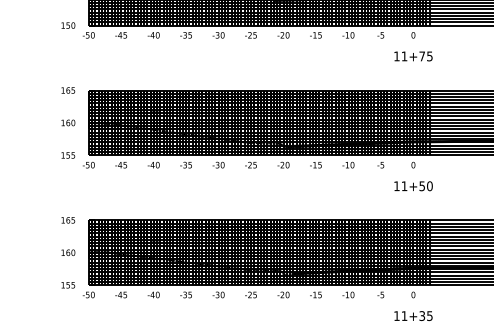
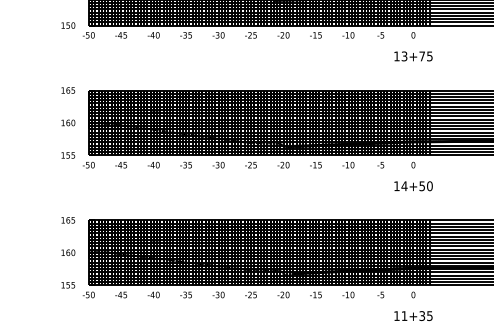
text at (404, 56): 11+75 -> 13+75
text at (404, 186): 11+50 -> 14+50
